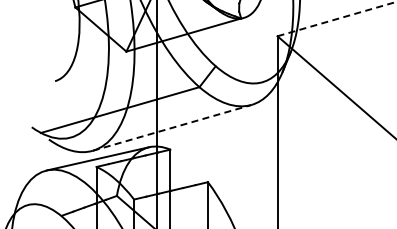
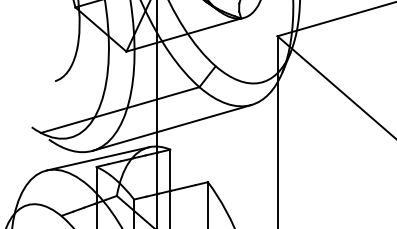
line at (337, 19): dashed -> solid
line at (172, 127): dashed -> solid
